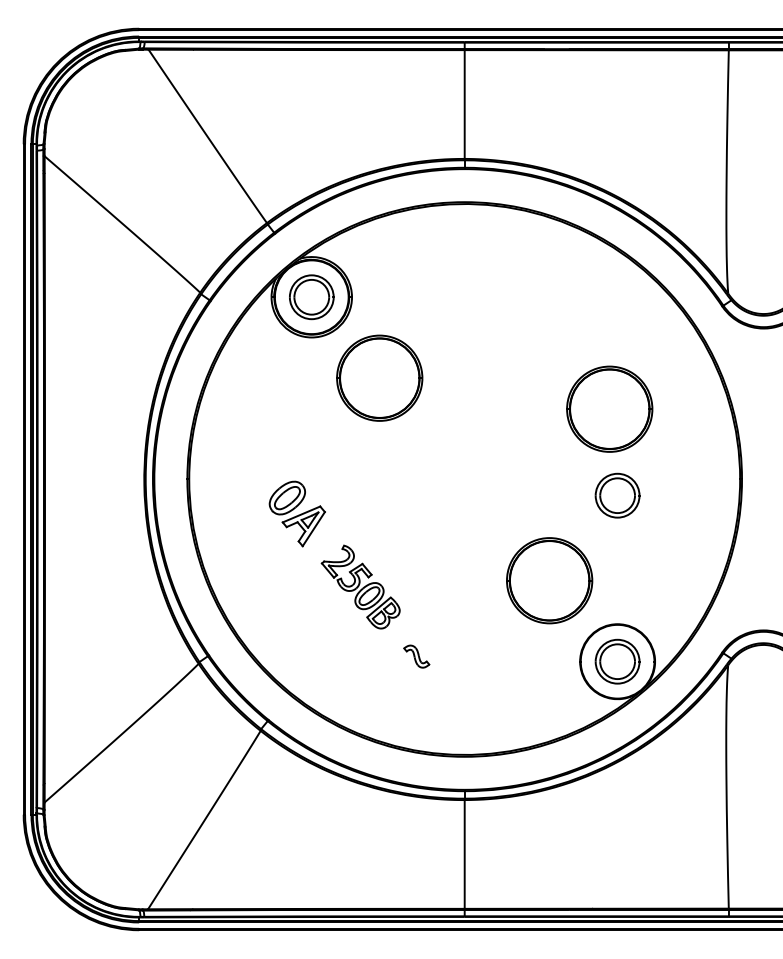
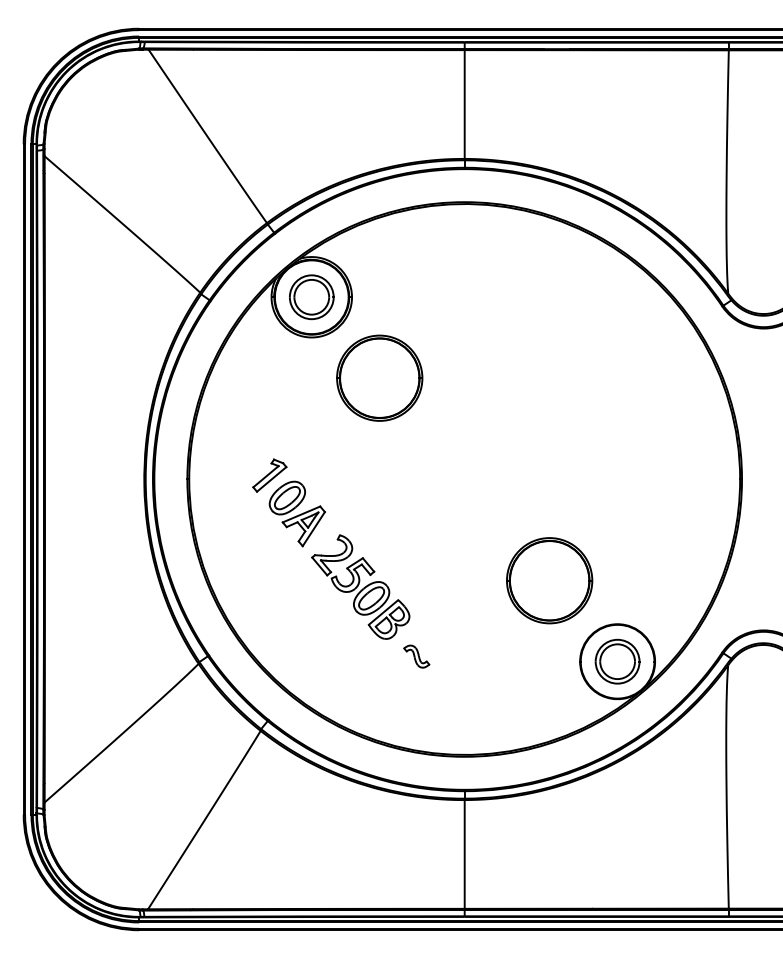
part at (609, 408): present -> none
part at (269, 475): none -> present
part at (617, 495): present -> none
part at (360, 586) size: 81x86 px -> 100x106 px
